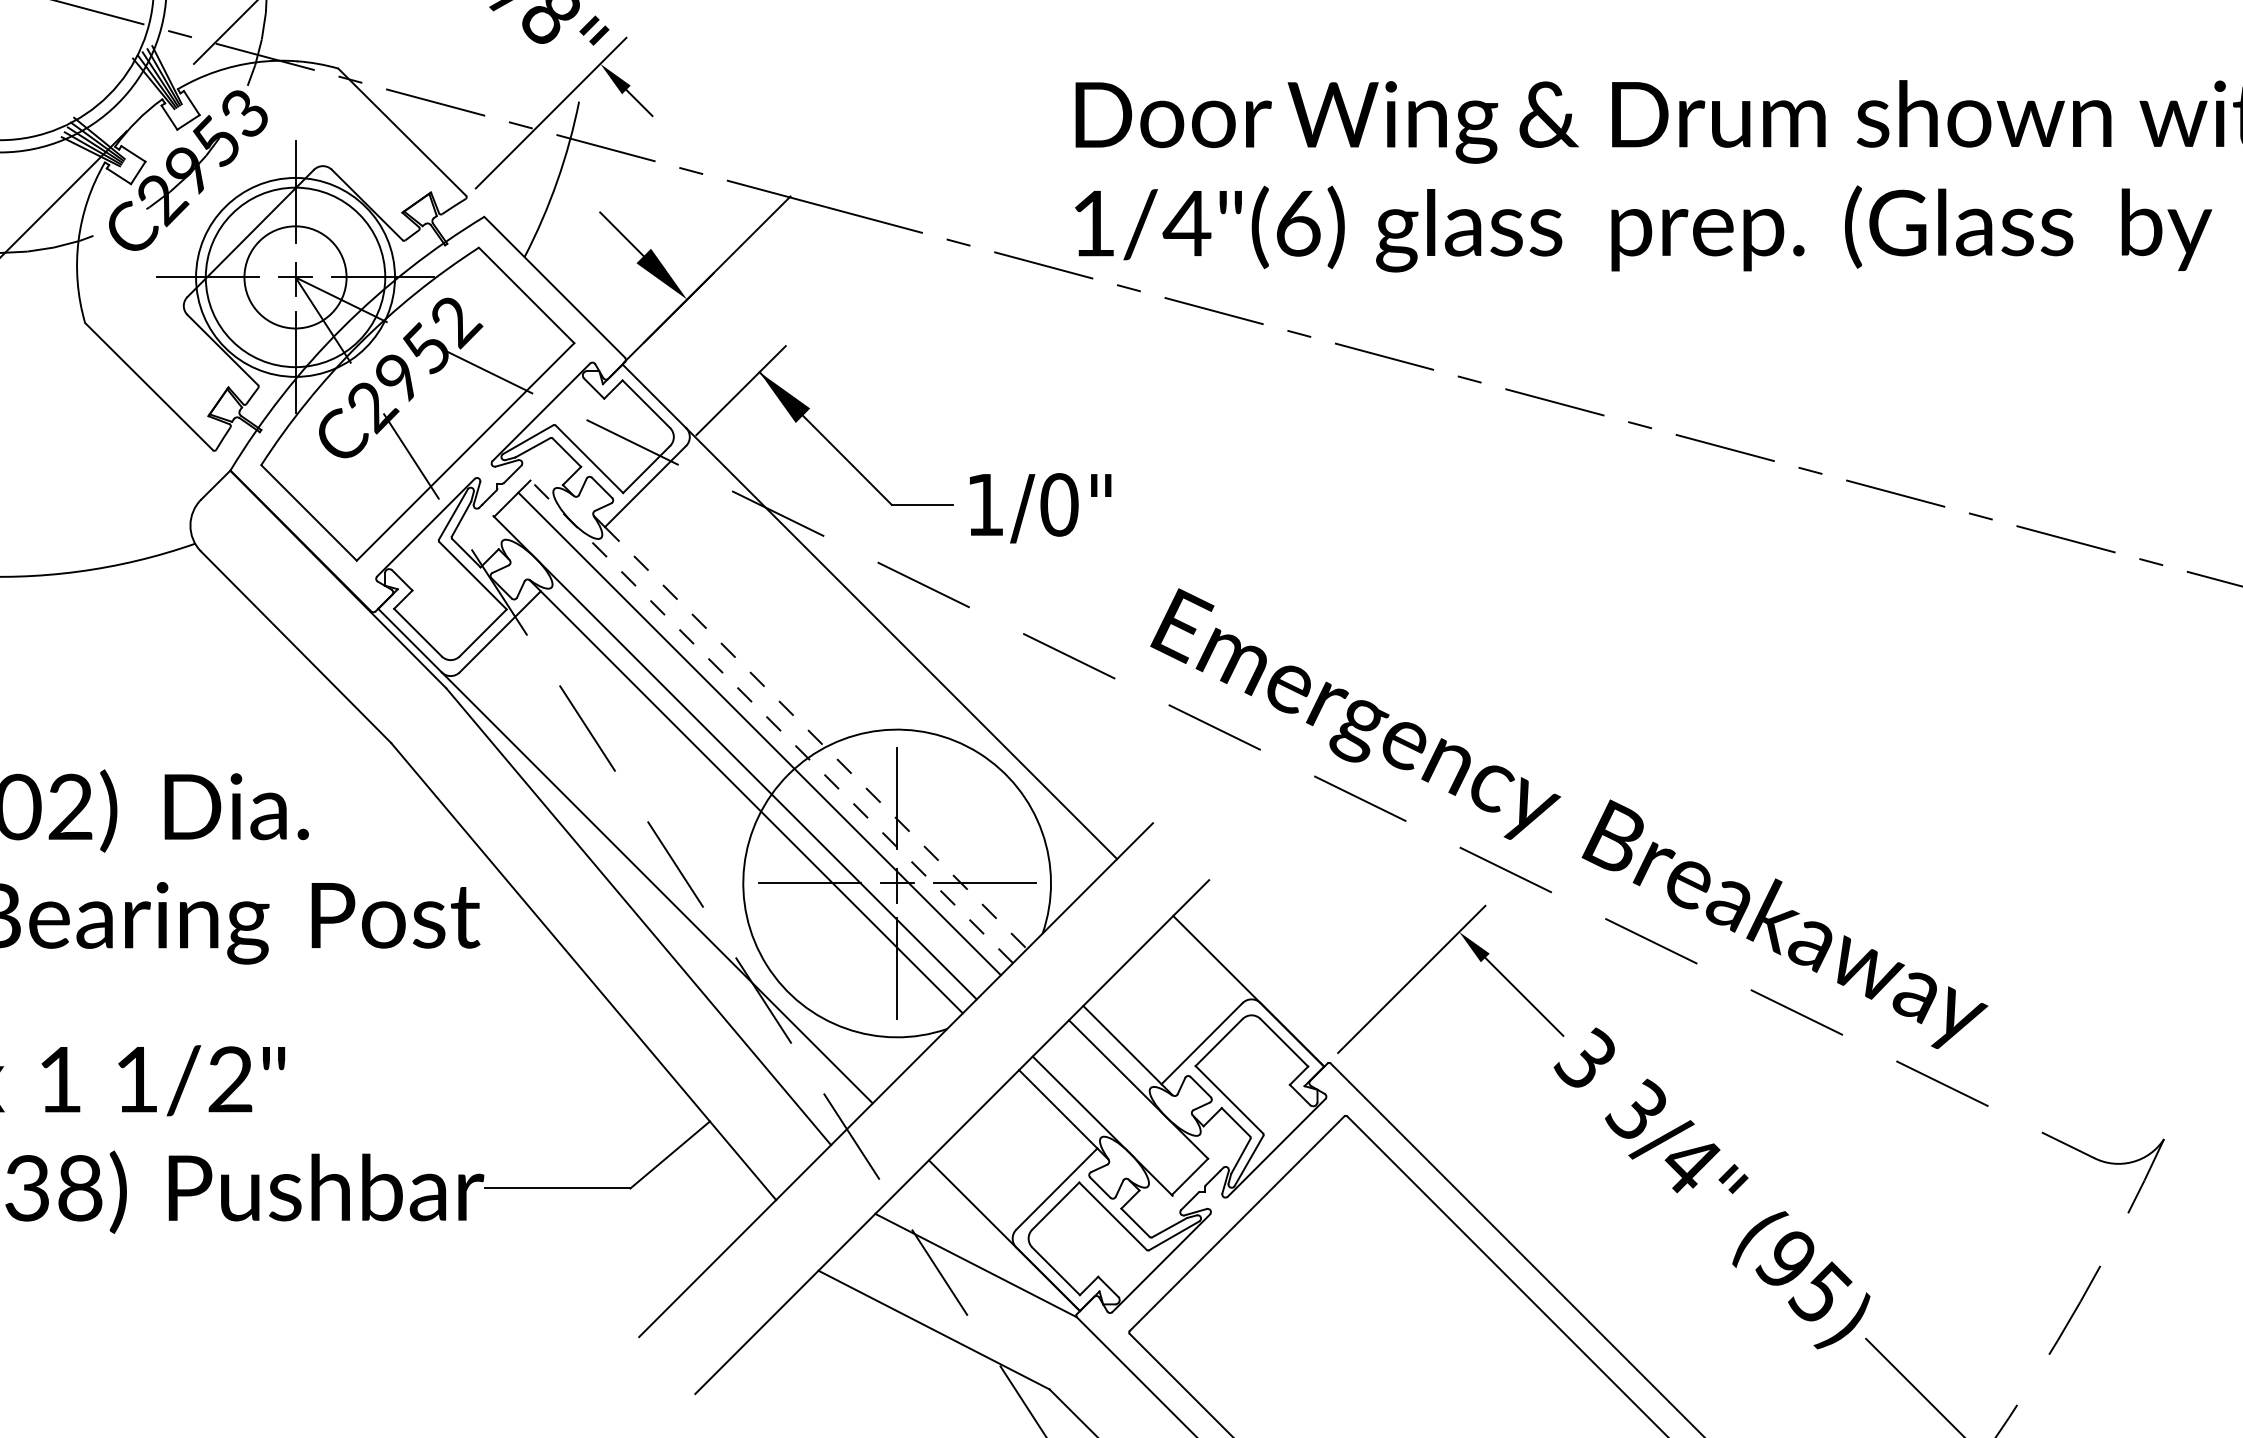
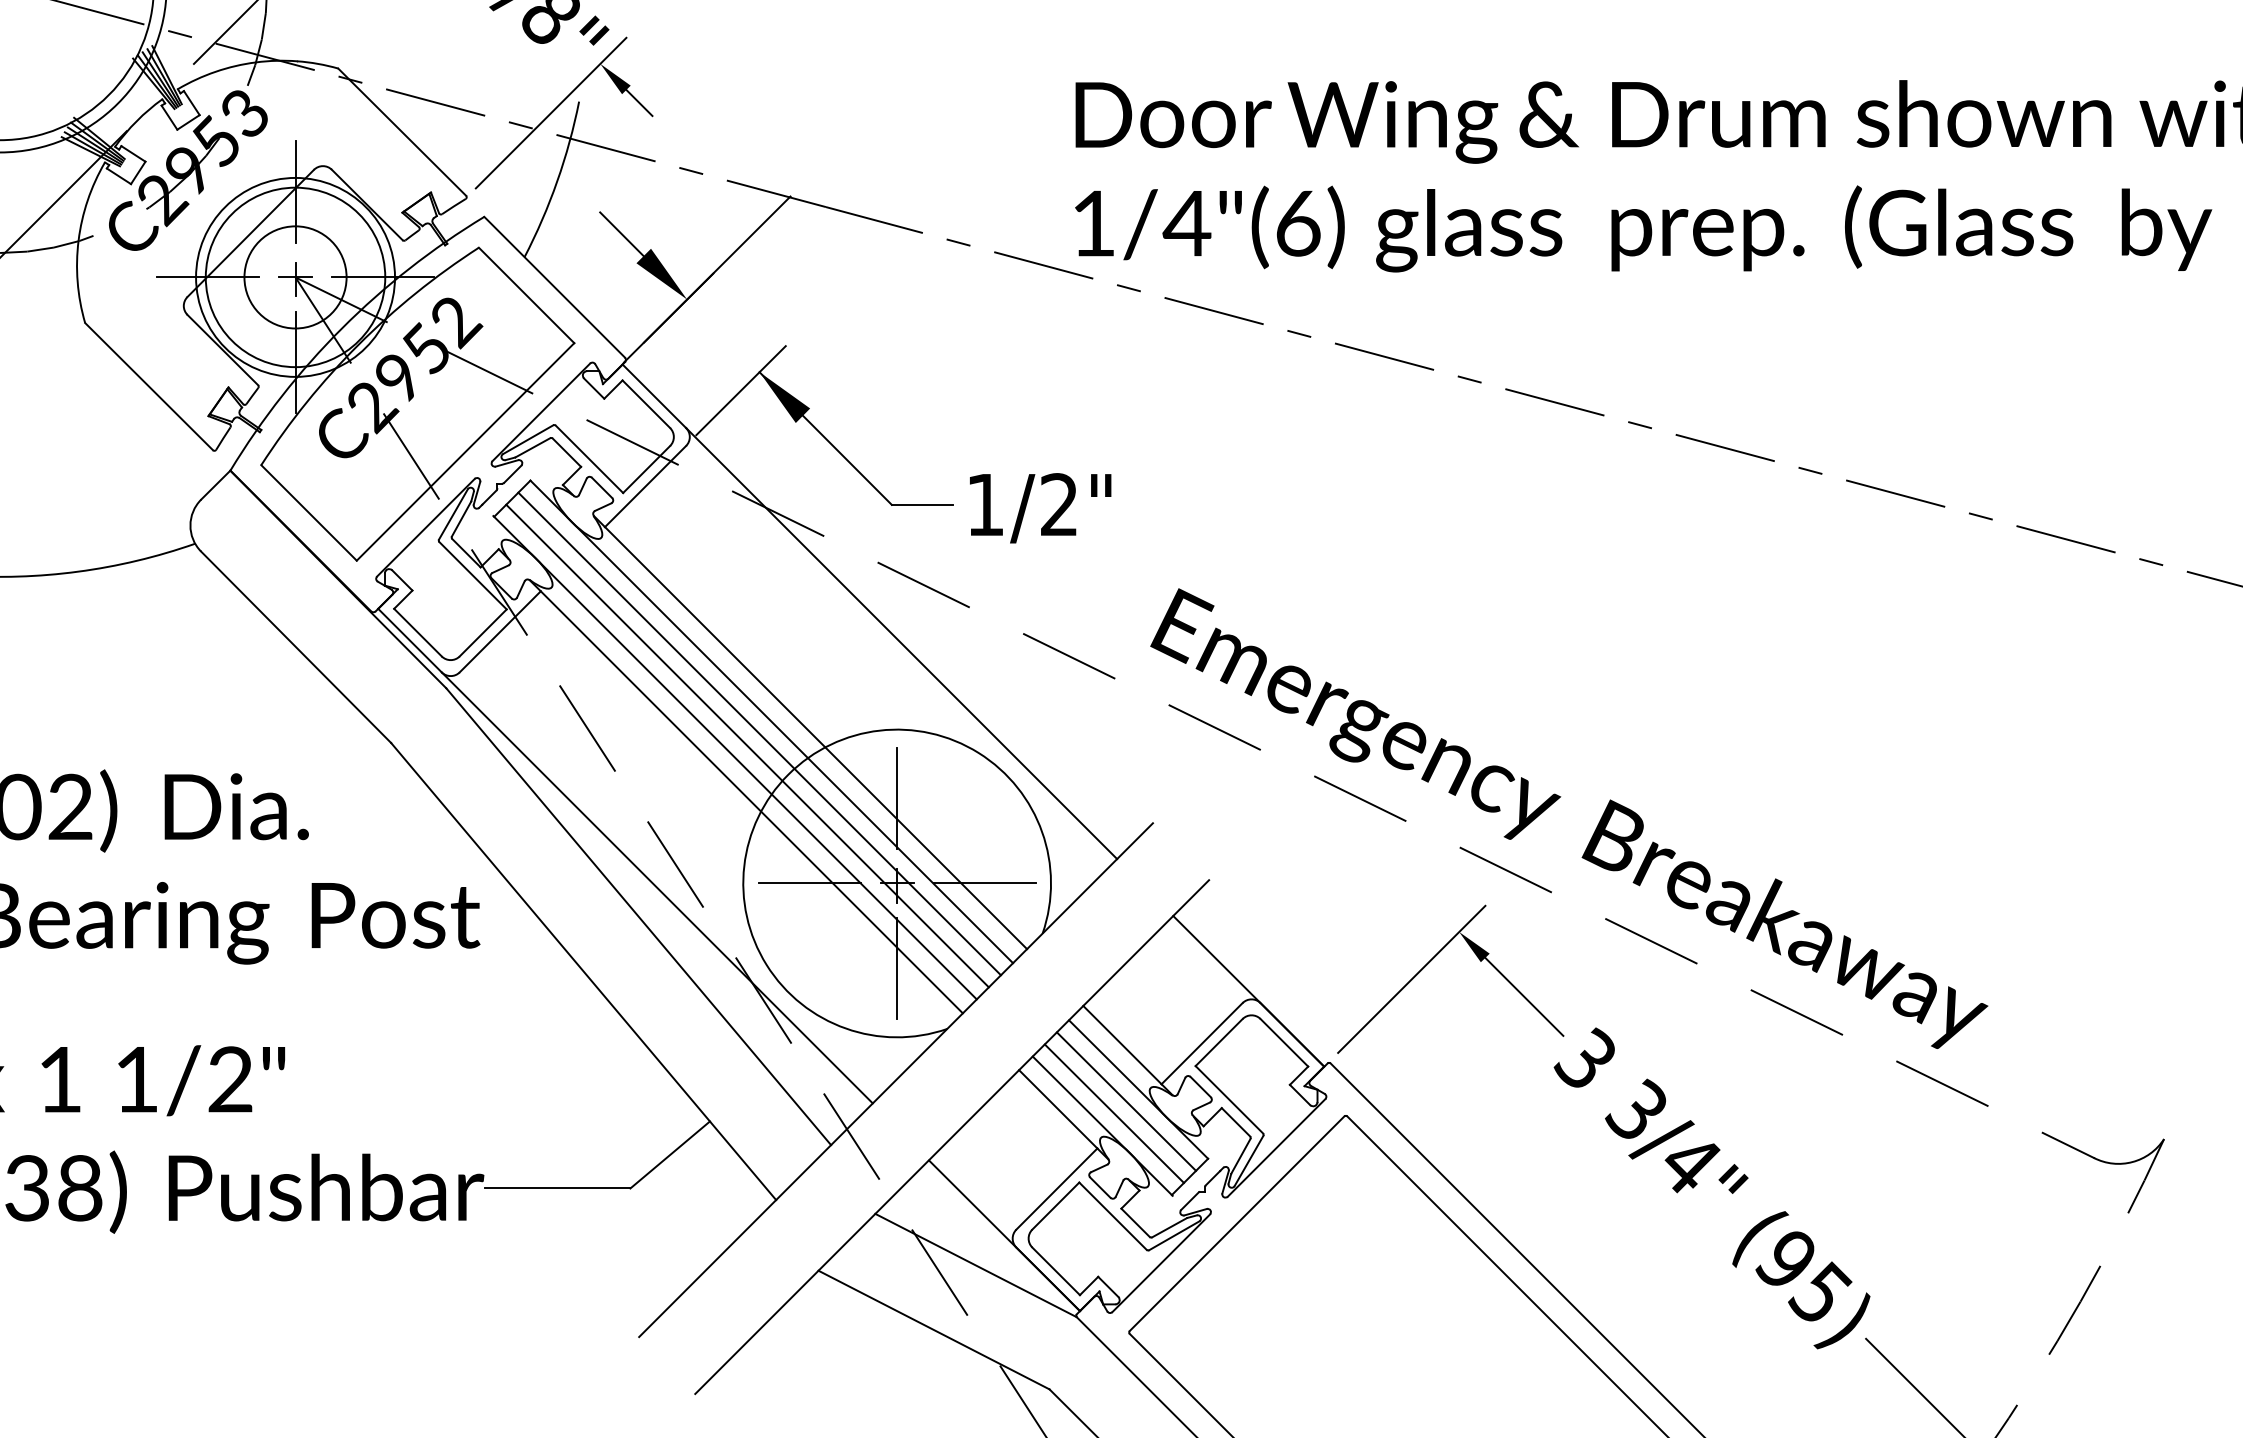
text at (1059, 504): 1/0" -> 1/2"
line at (771, 721): dashed -> solid
line at (816, 738): dashed -> solid
line at (747, 745): none -> present
line at (1126, 1101): none -> present
line at (1113, 1113): none -> present
